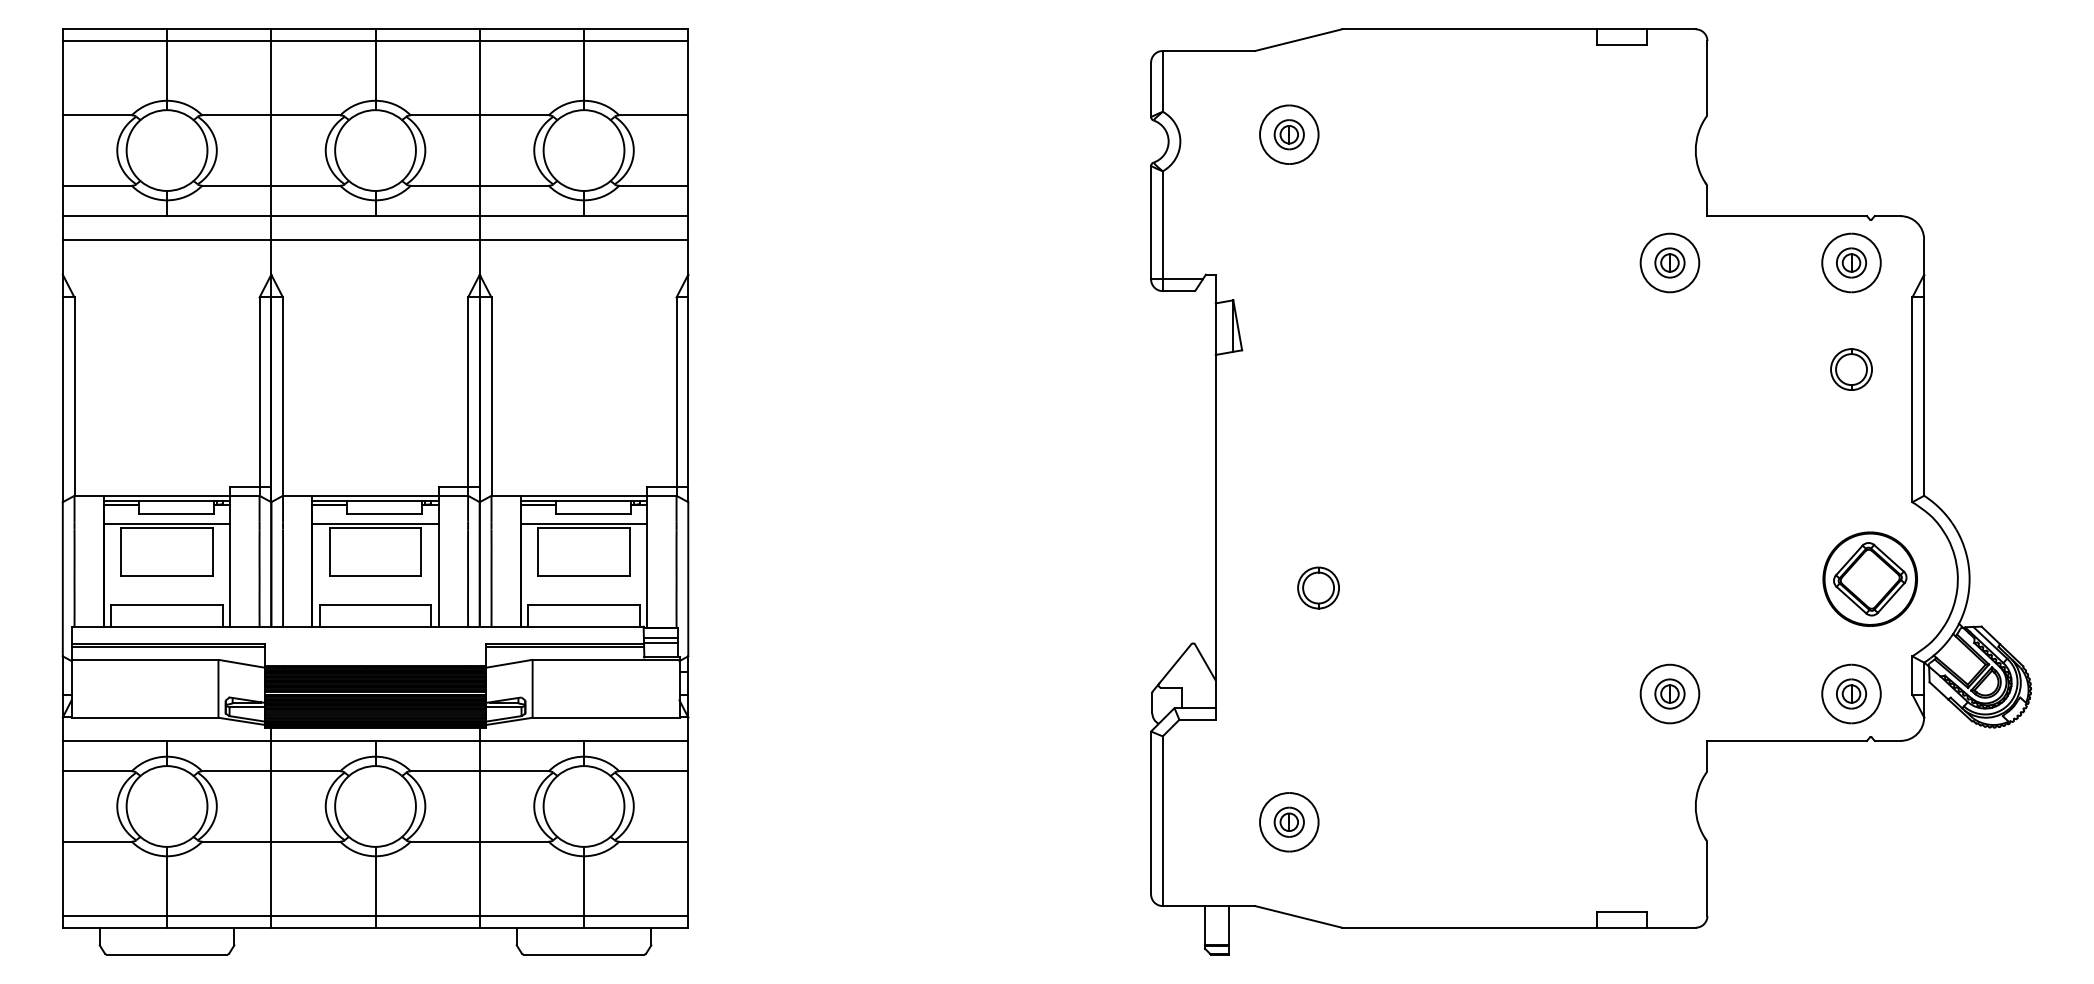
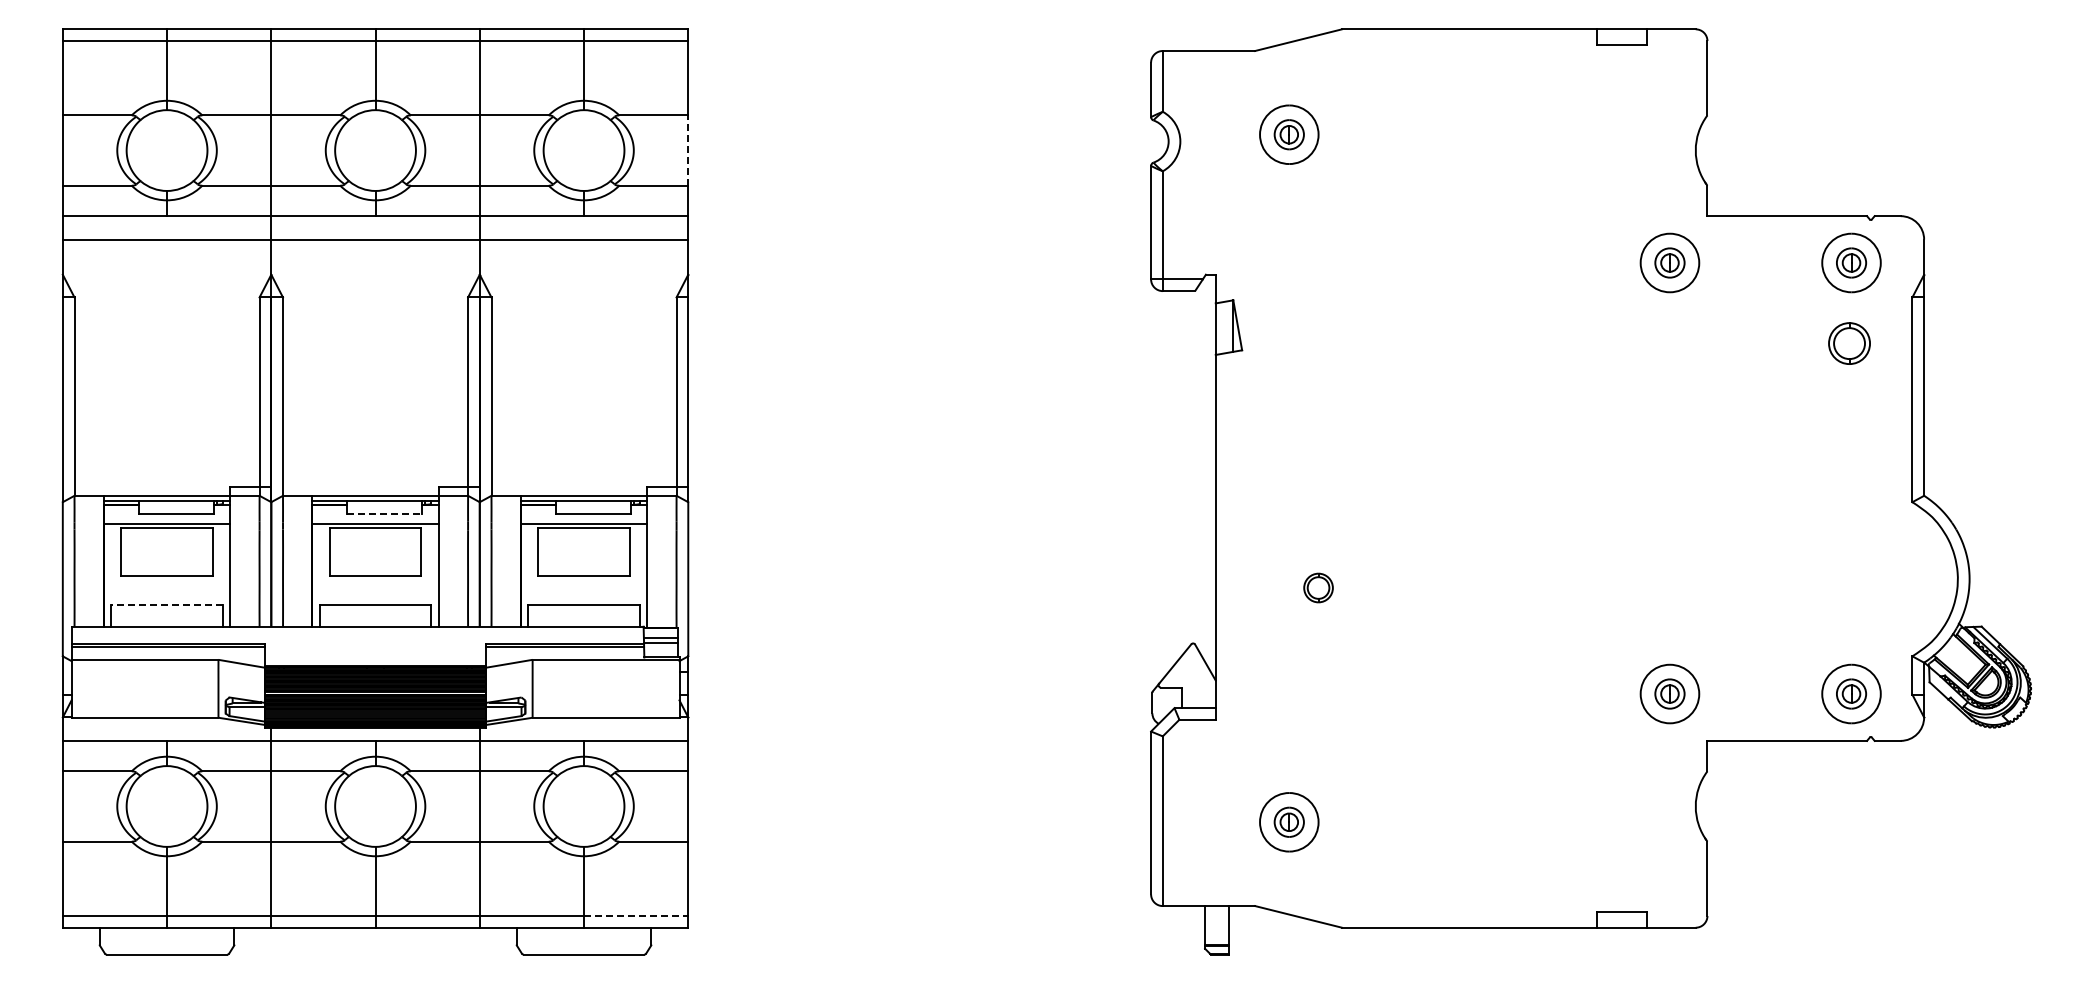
line at (688, 150): solid -> dashed
part at (1851, 369) position: (1851, 369) -> (1849, 343)
line at (385, 513): solid -> dashed
part at (1869, 578): present -> none
part at (1318, 587) size: 43x44 px -> 31x32 px
line at (167, 605): solid -> dashed
line at (636, 916): solid -> dashed
